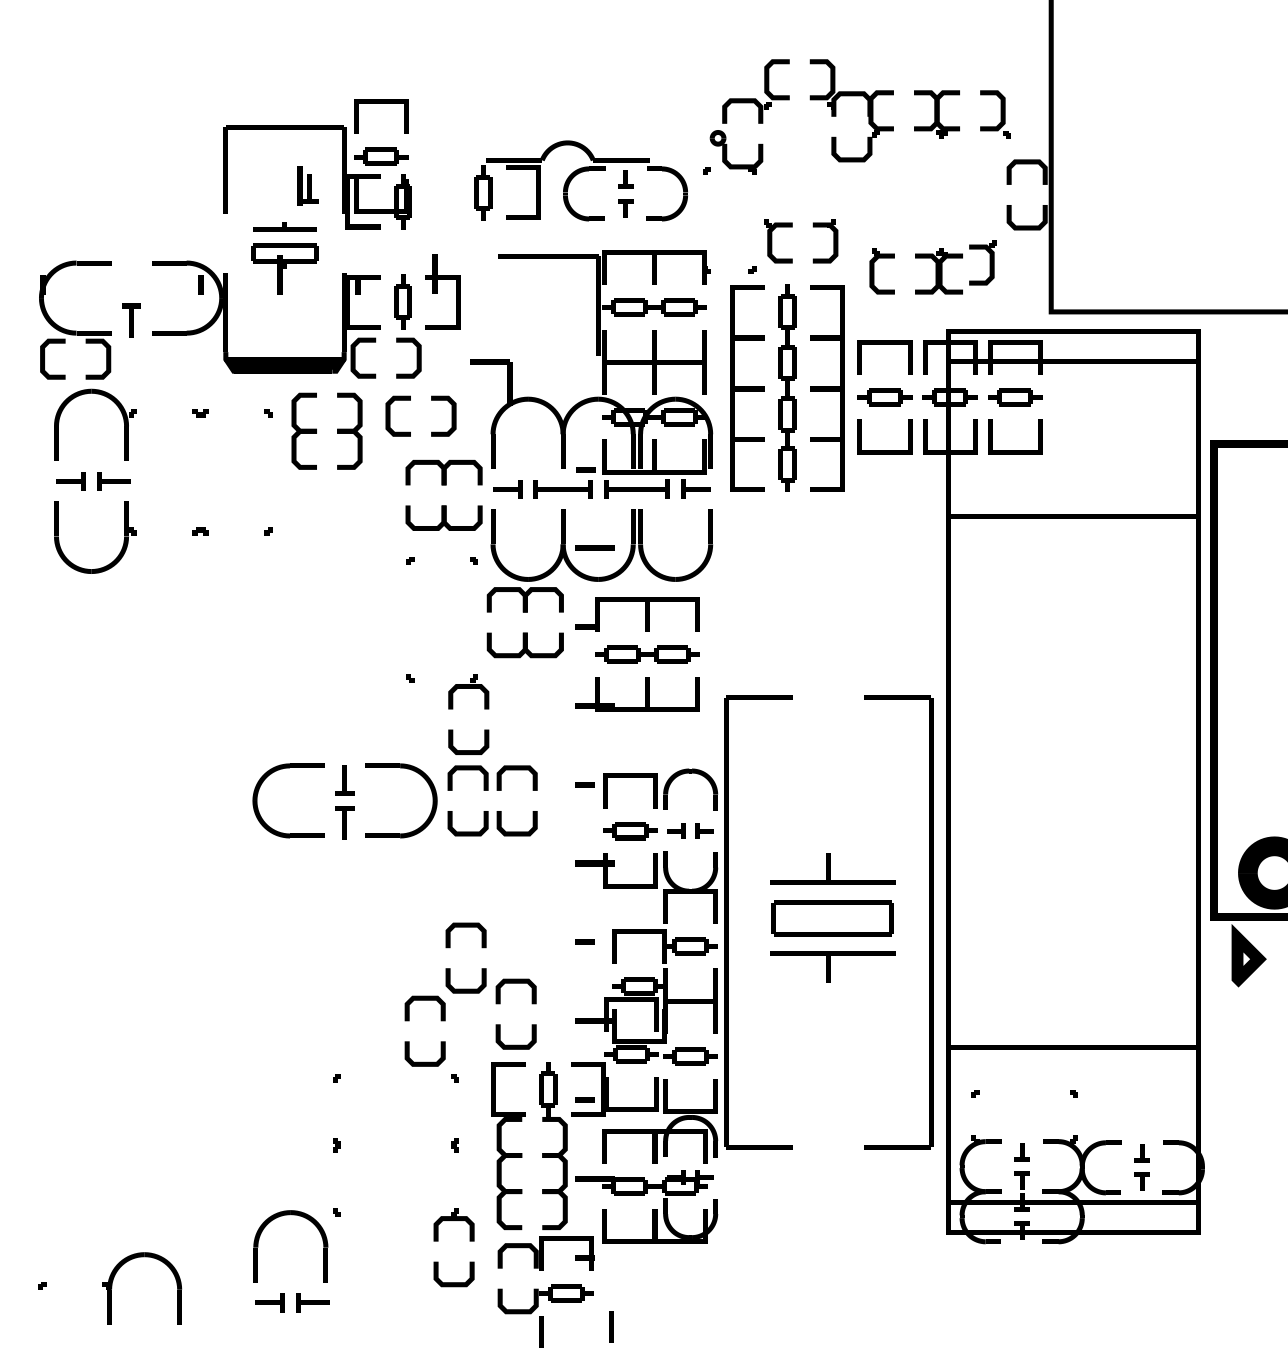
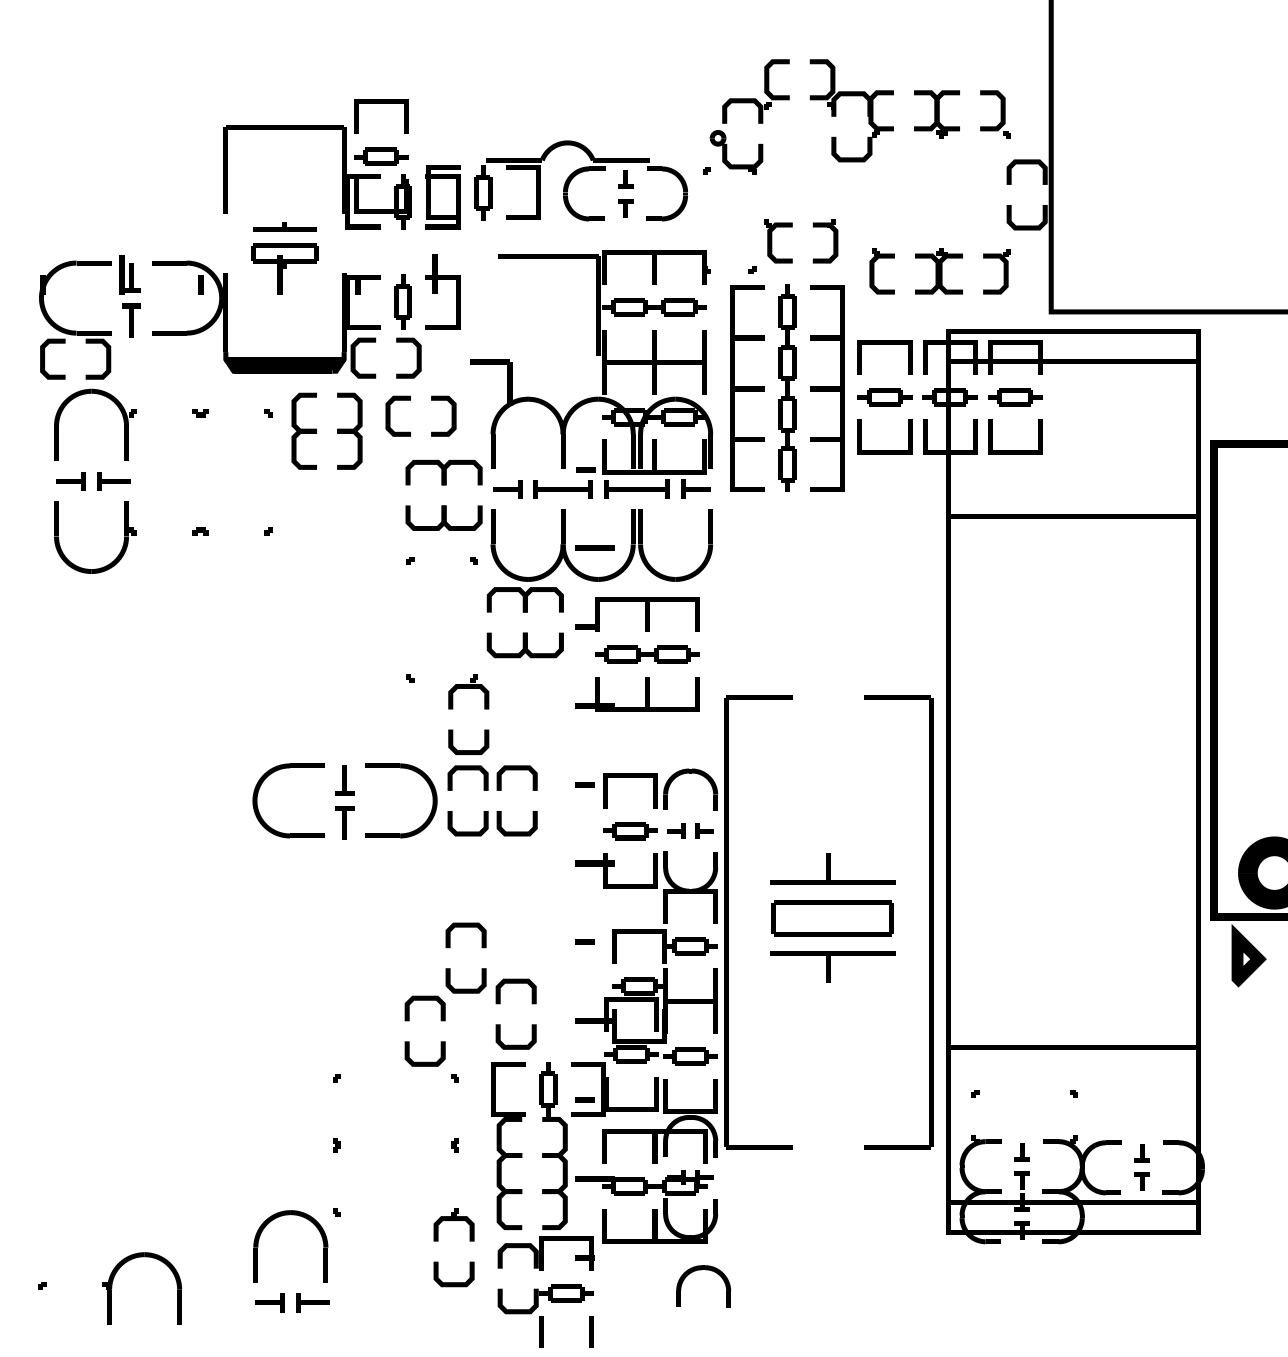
part at (307, 185) position: (307, 185) -> (129, 274)
part at (442, 197): none -> present
part at (989, 262) position: (989, 262) -> (1003, 271)
curve at (701, 1270): none -> present
line at (611, 1326) position: (611, 1326) -> (591, 1331)
